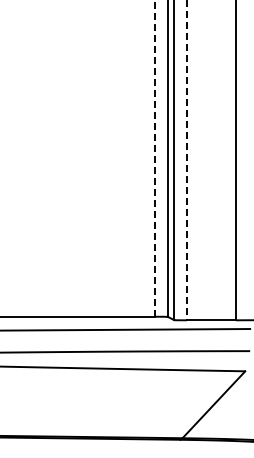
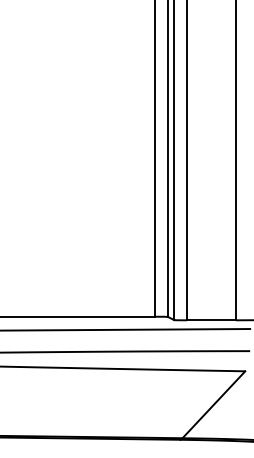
line at (155, 157): dashed -> solid
line at (186, 160): dashed -> solid
